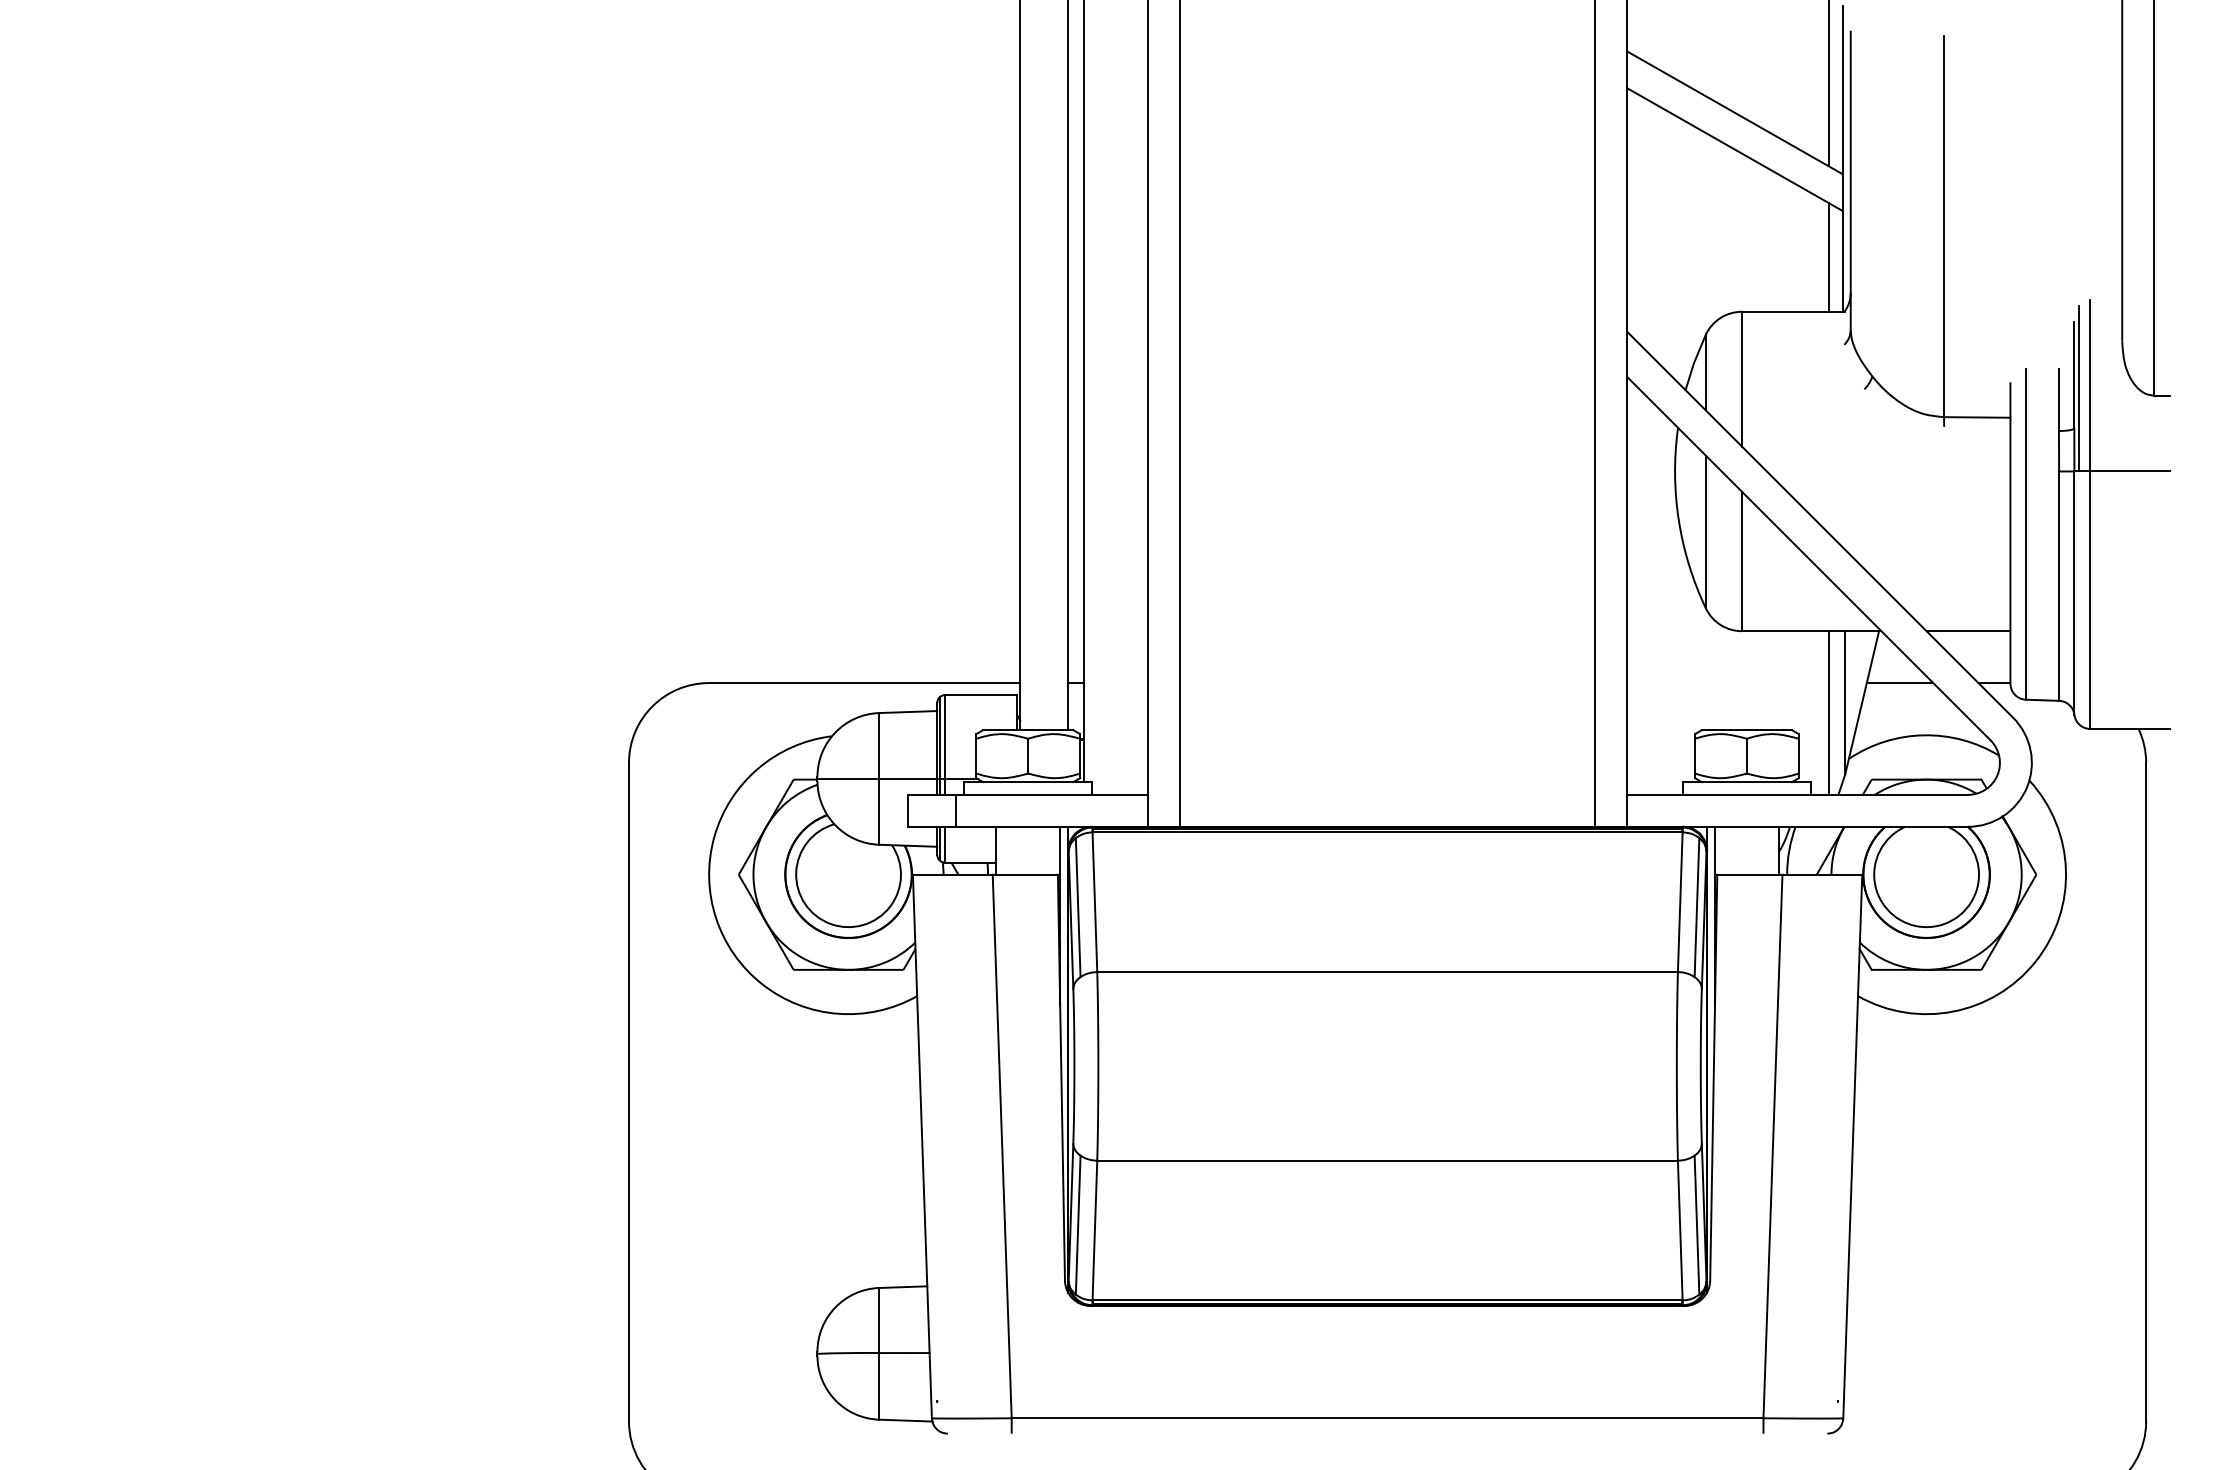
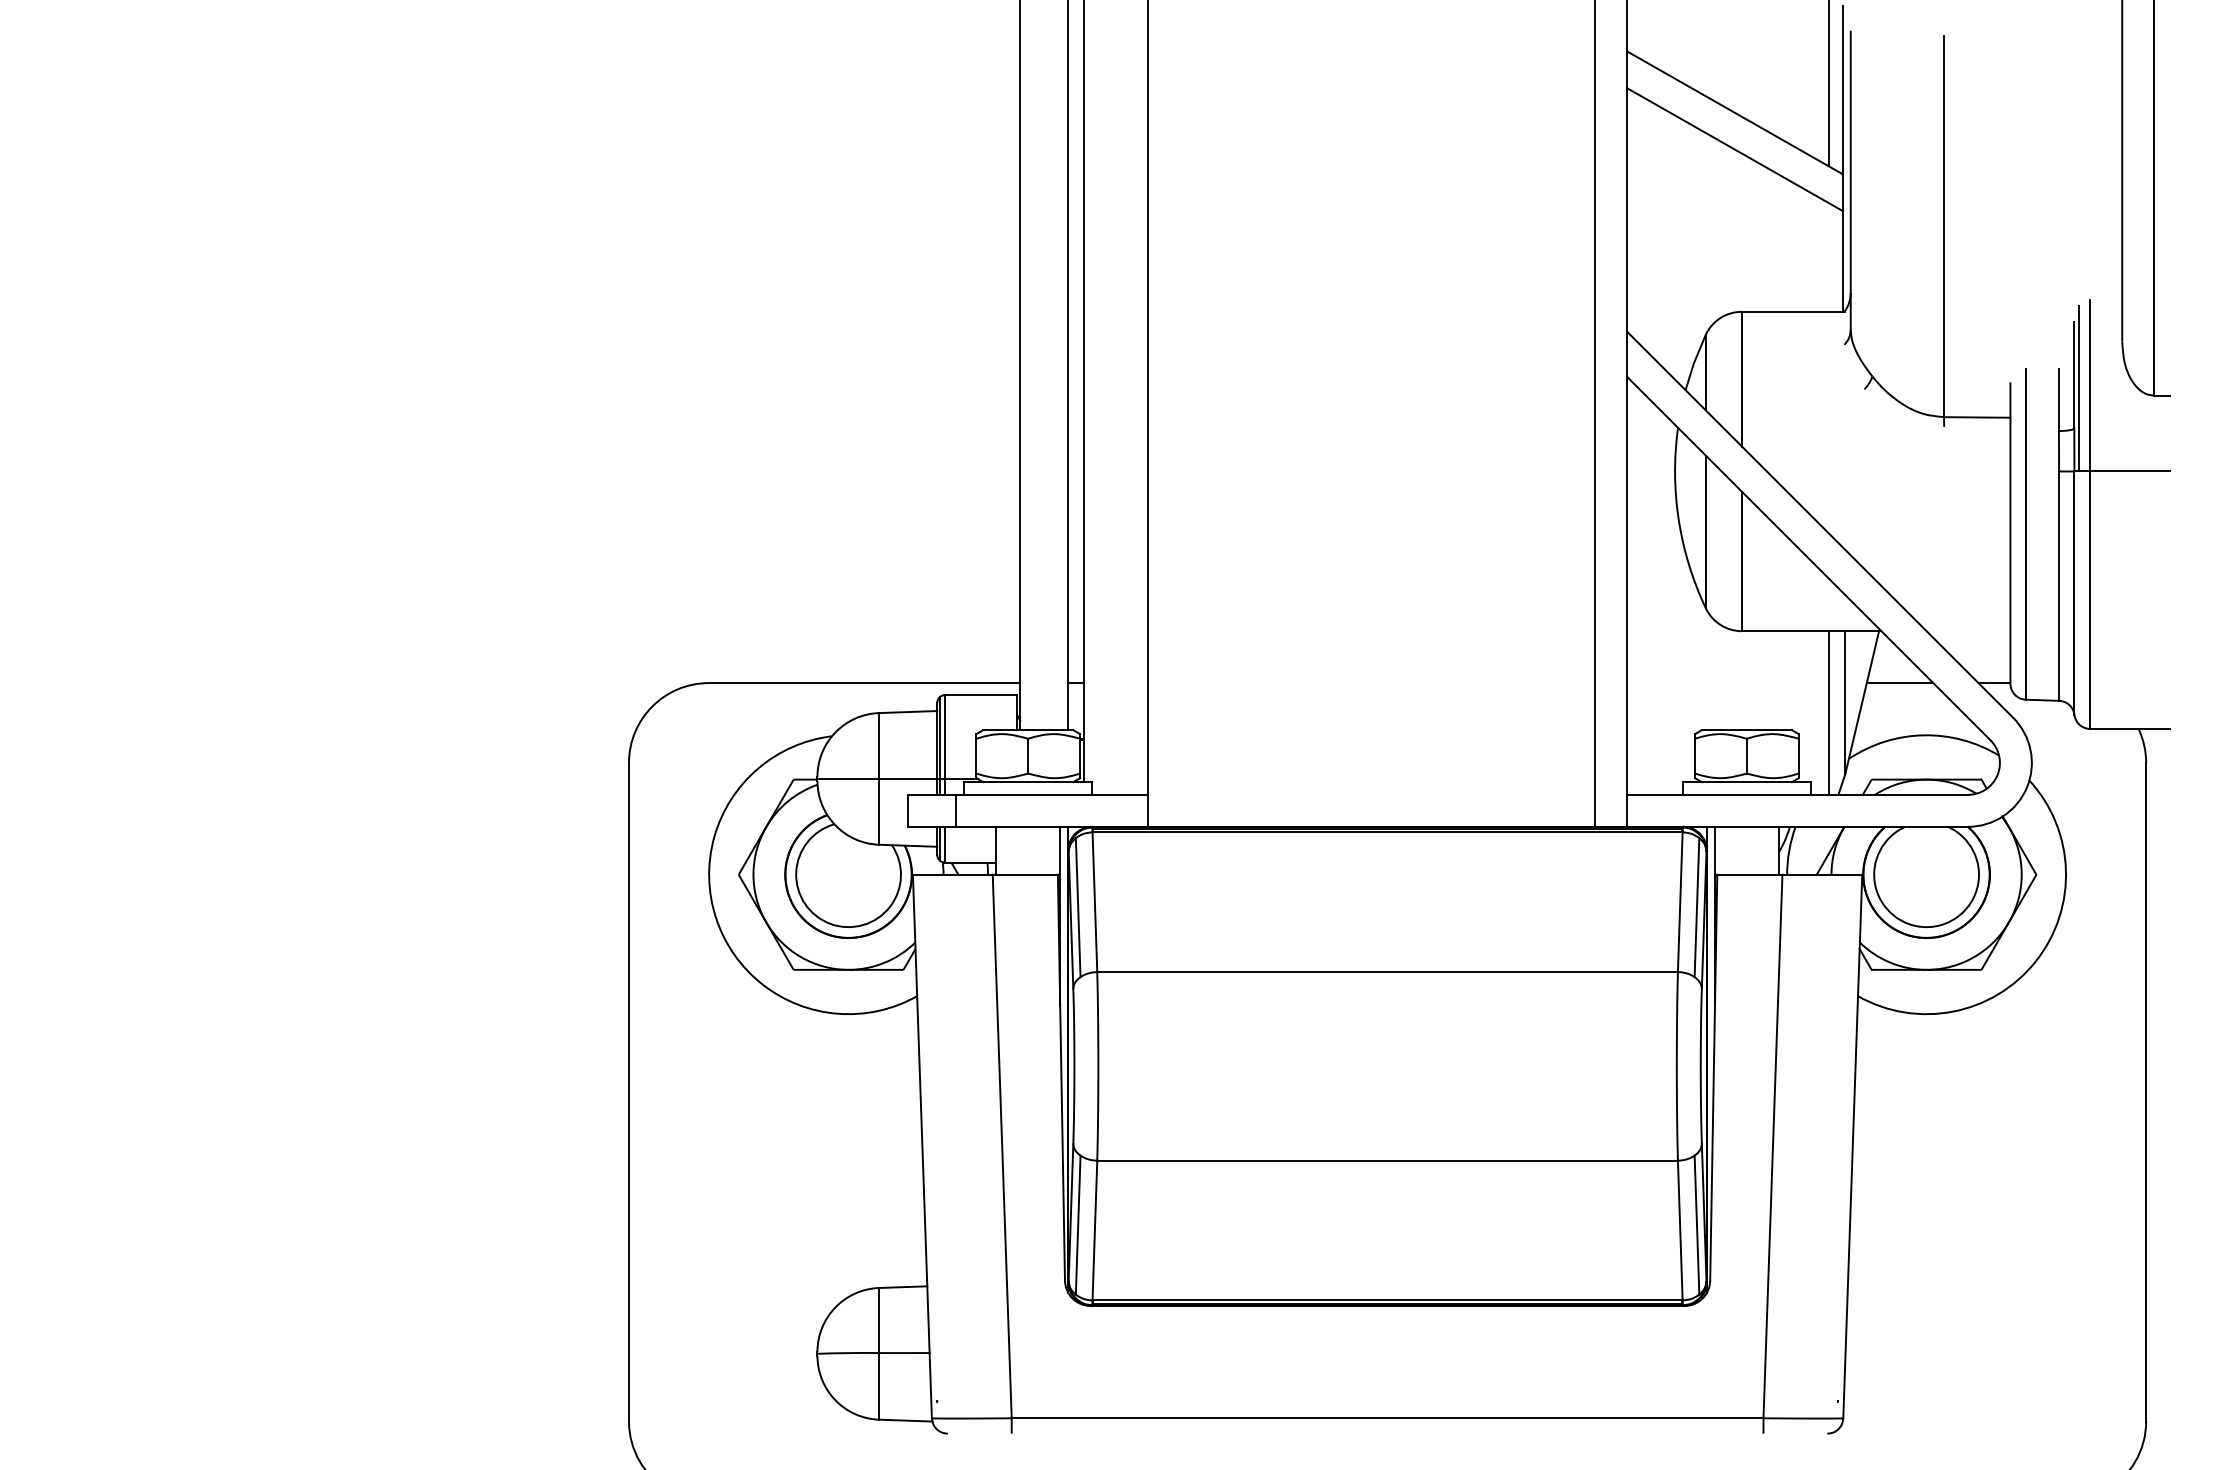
line at (1828, 257): present -> none
line at (1179, 414): present -> none
line at (1968, 631): present -> none
